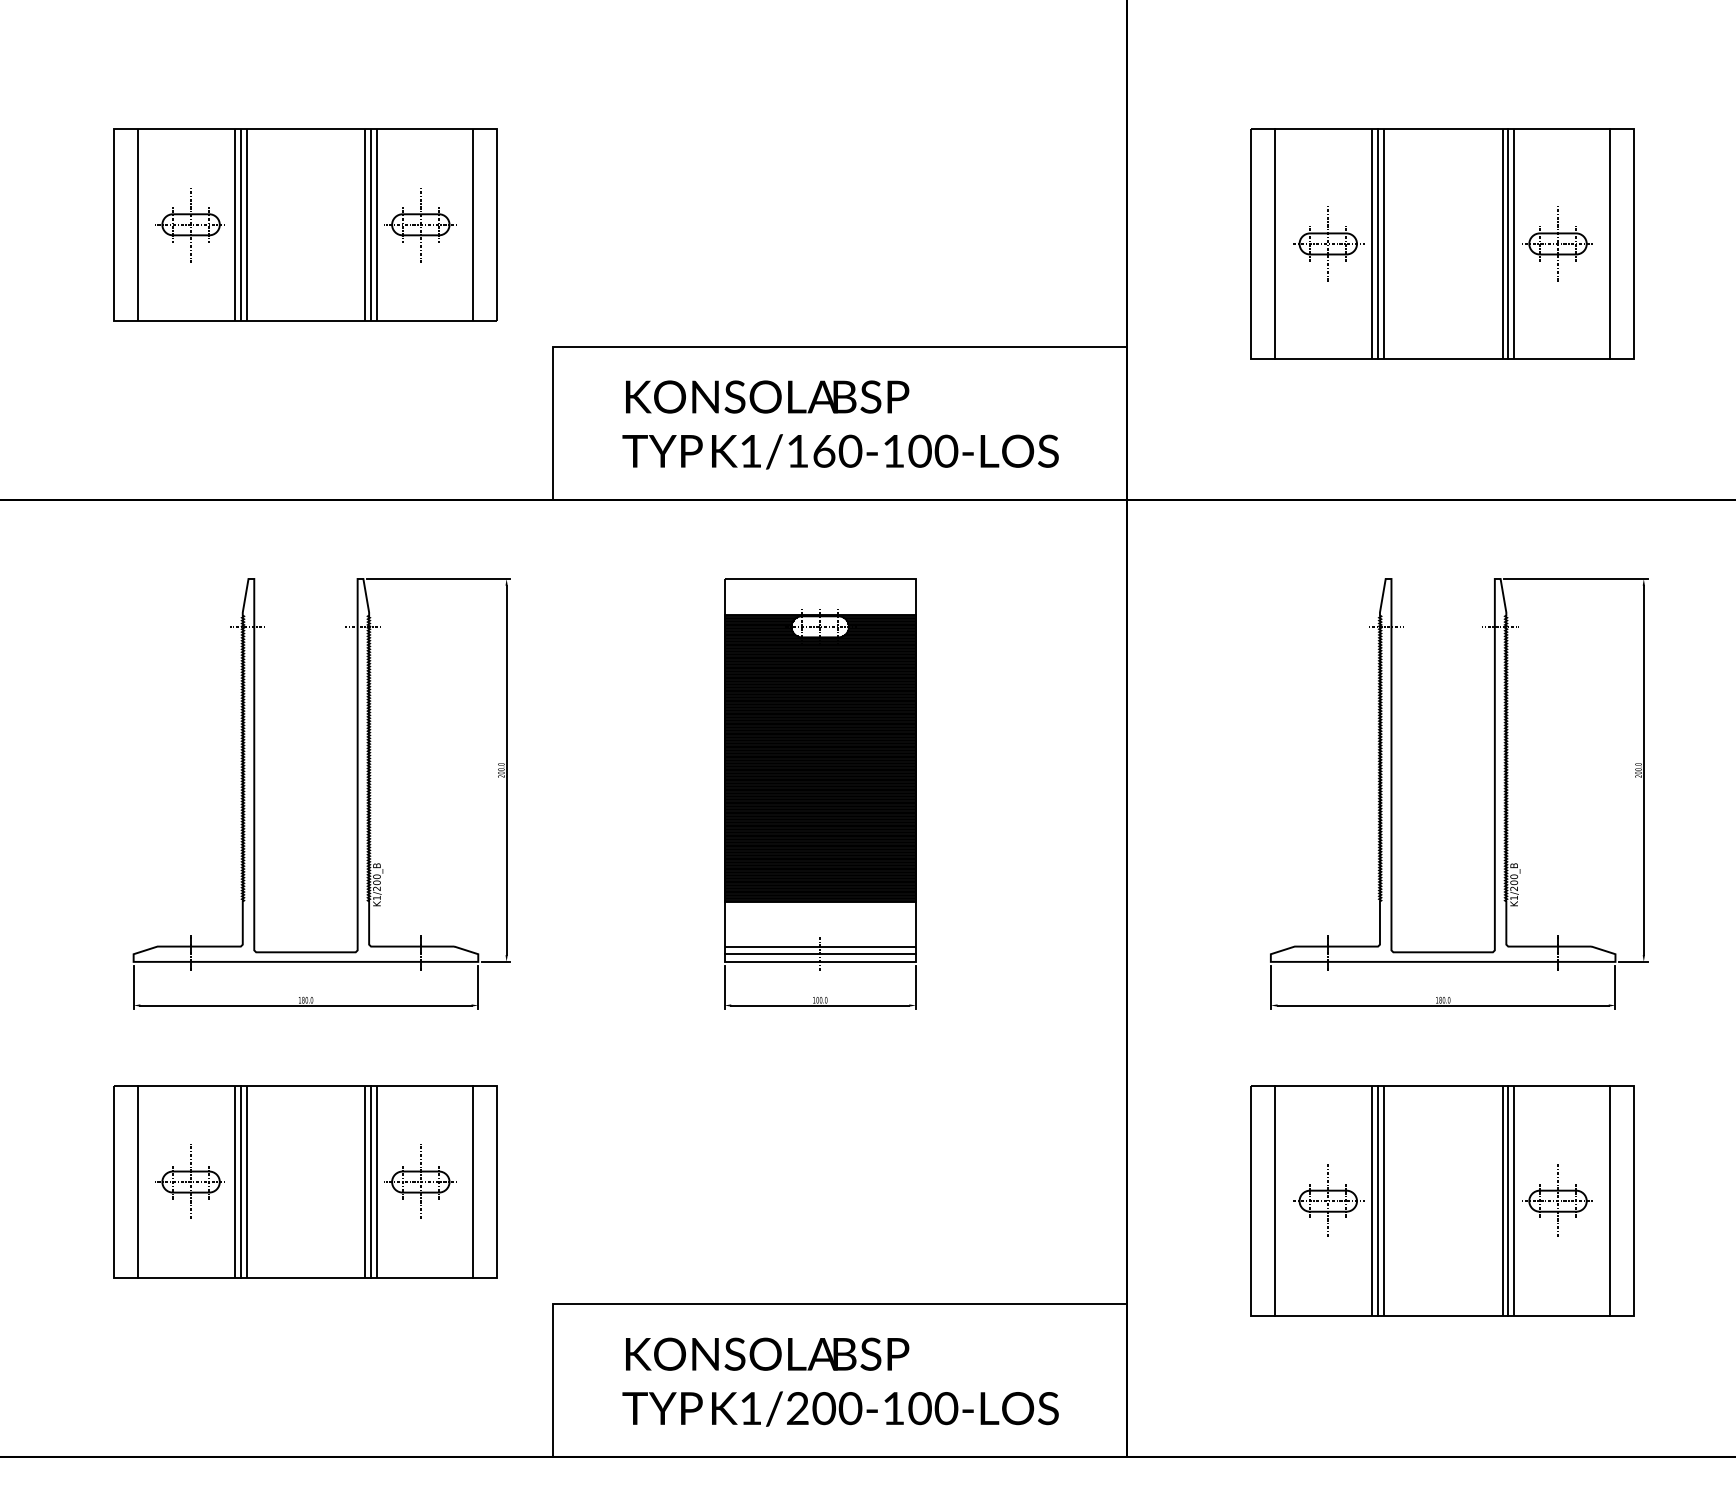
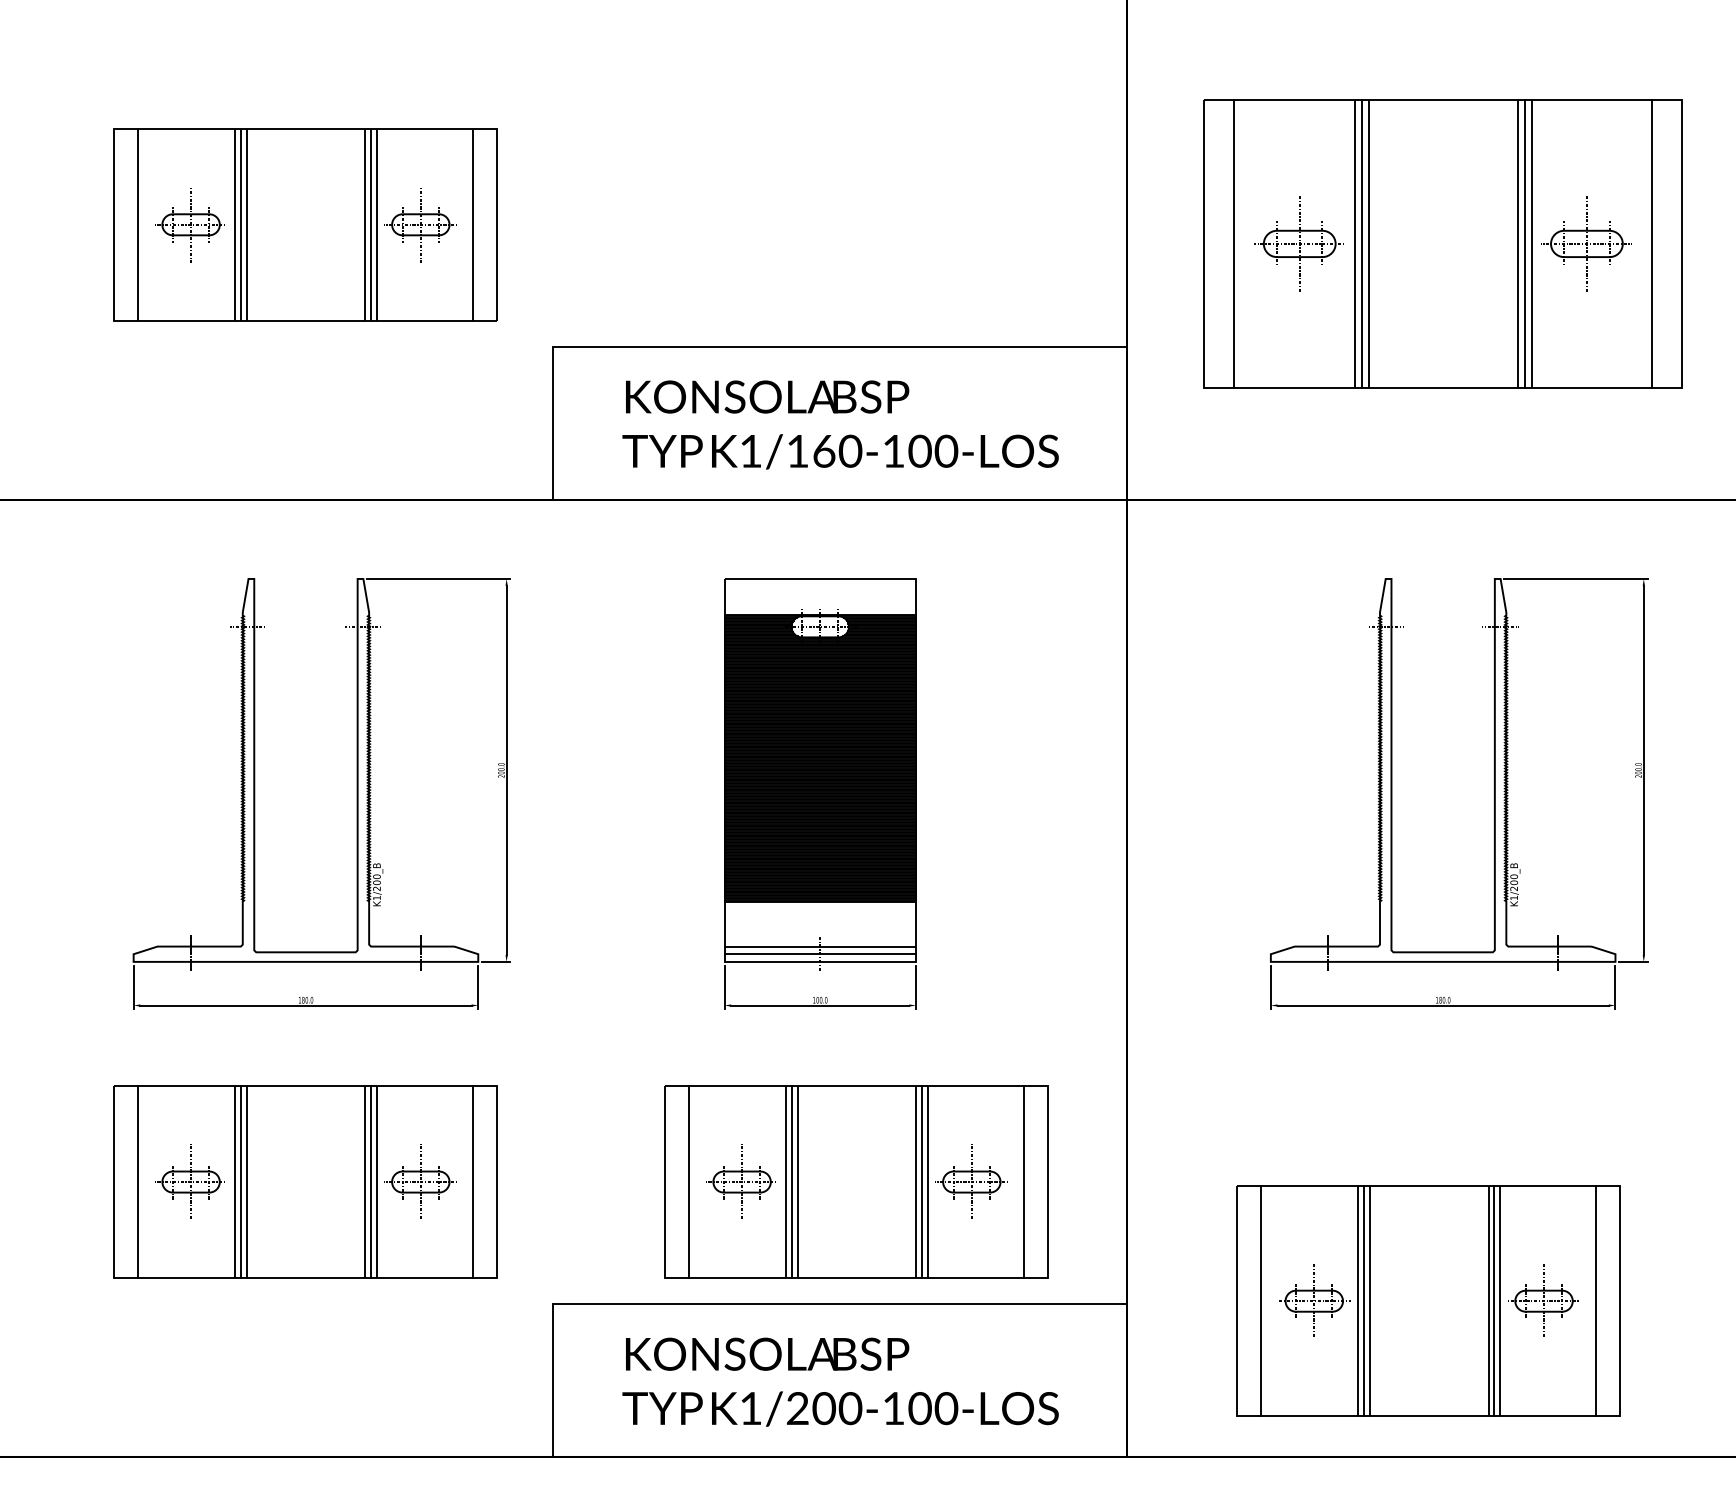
part at (1442, 243) size: 385x232 px -> 480x290 px
part at (856, 1181): none -> present
part at (1442, 1200) position: (1442, 1200) -> (1428, 1300)
